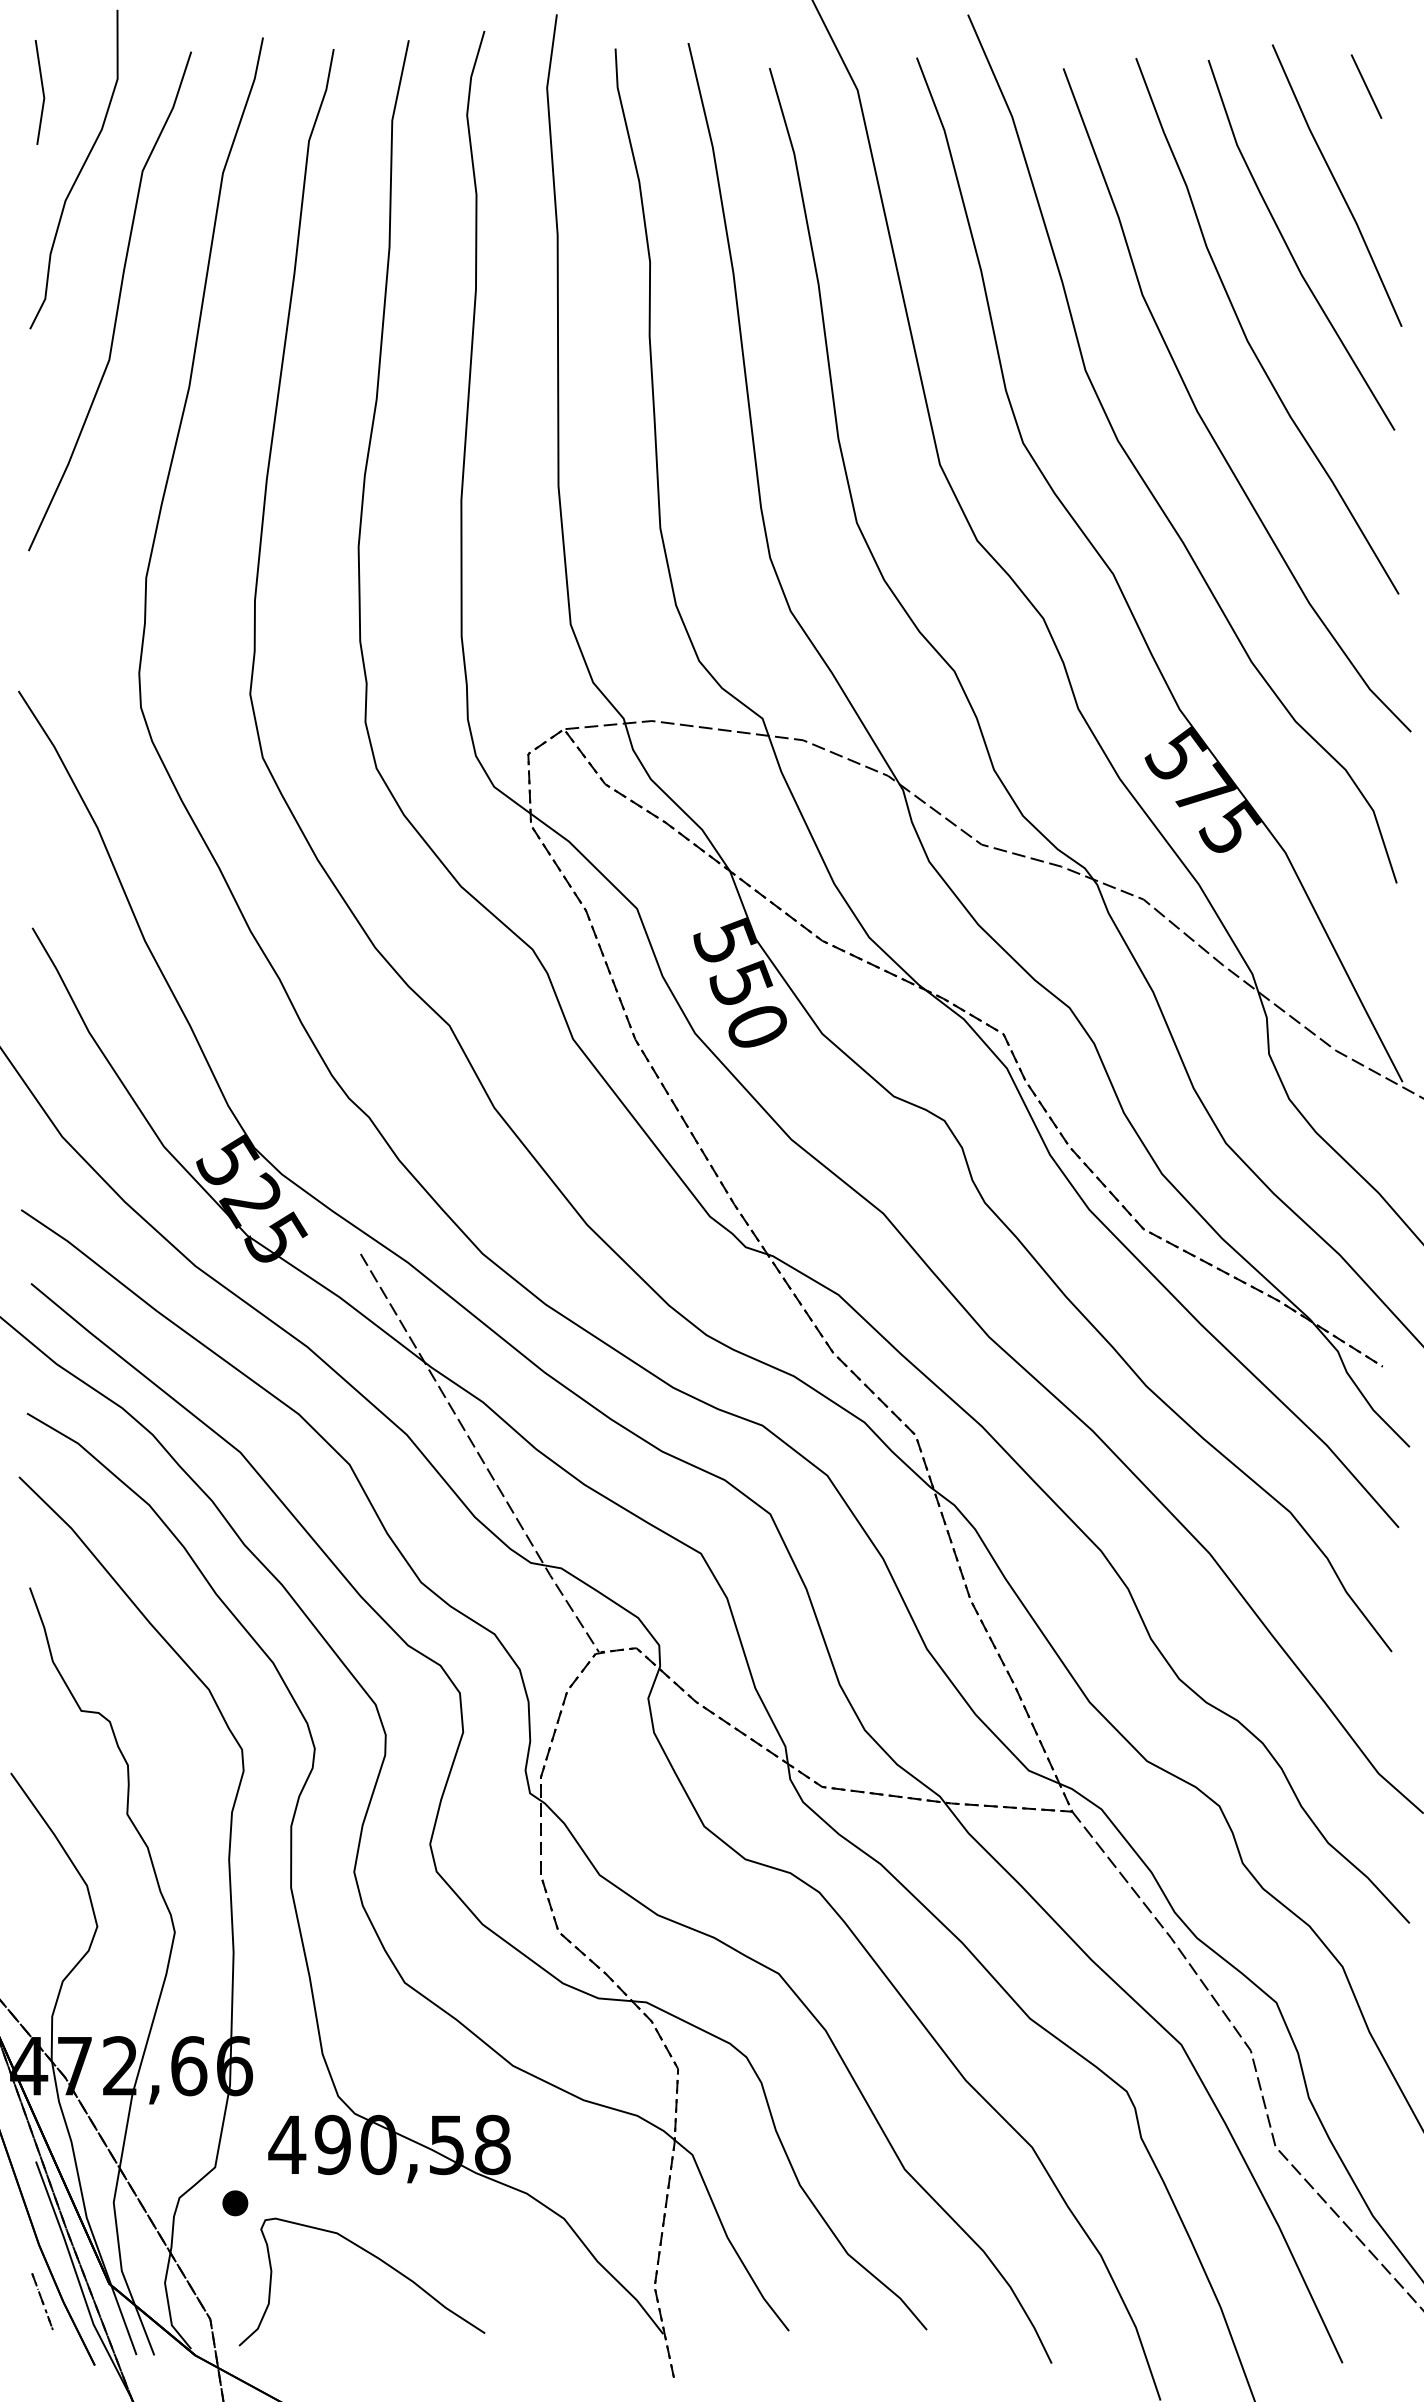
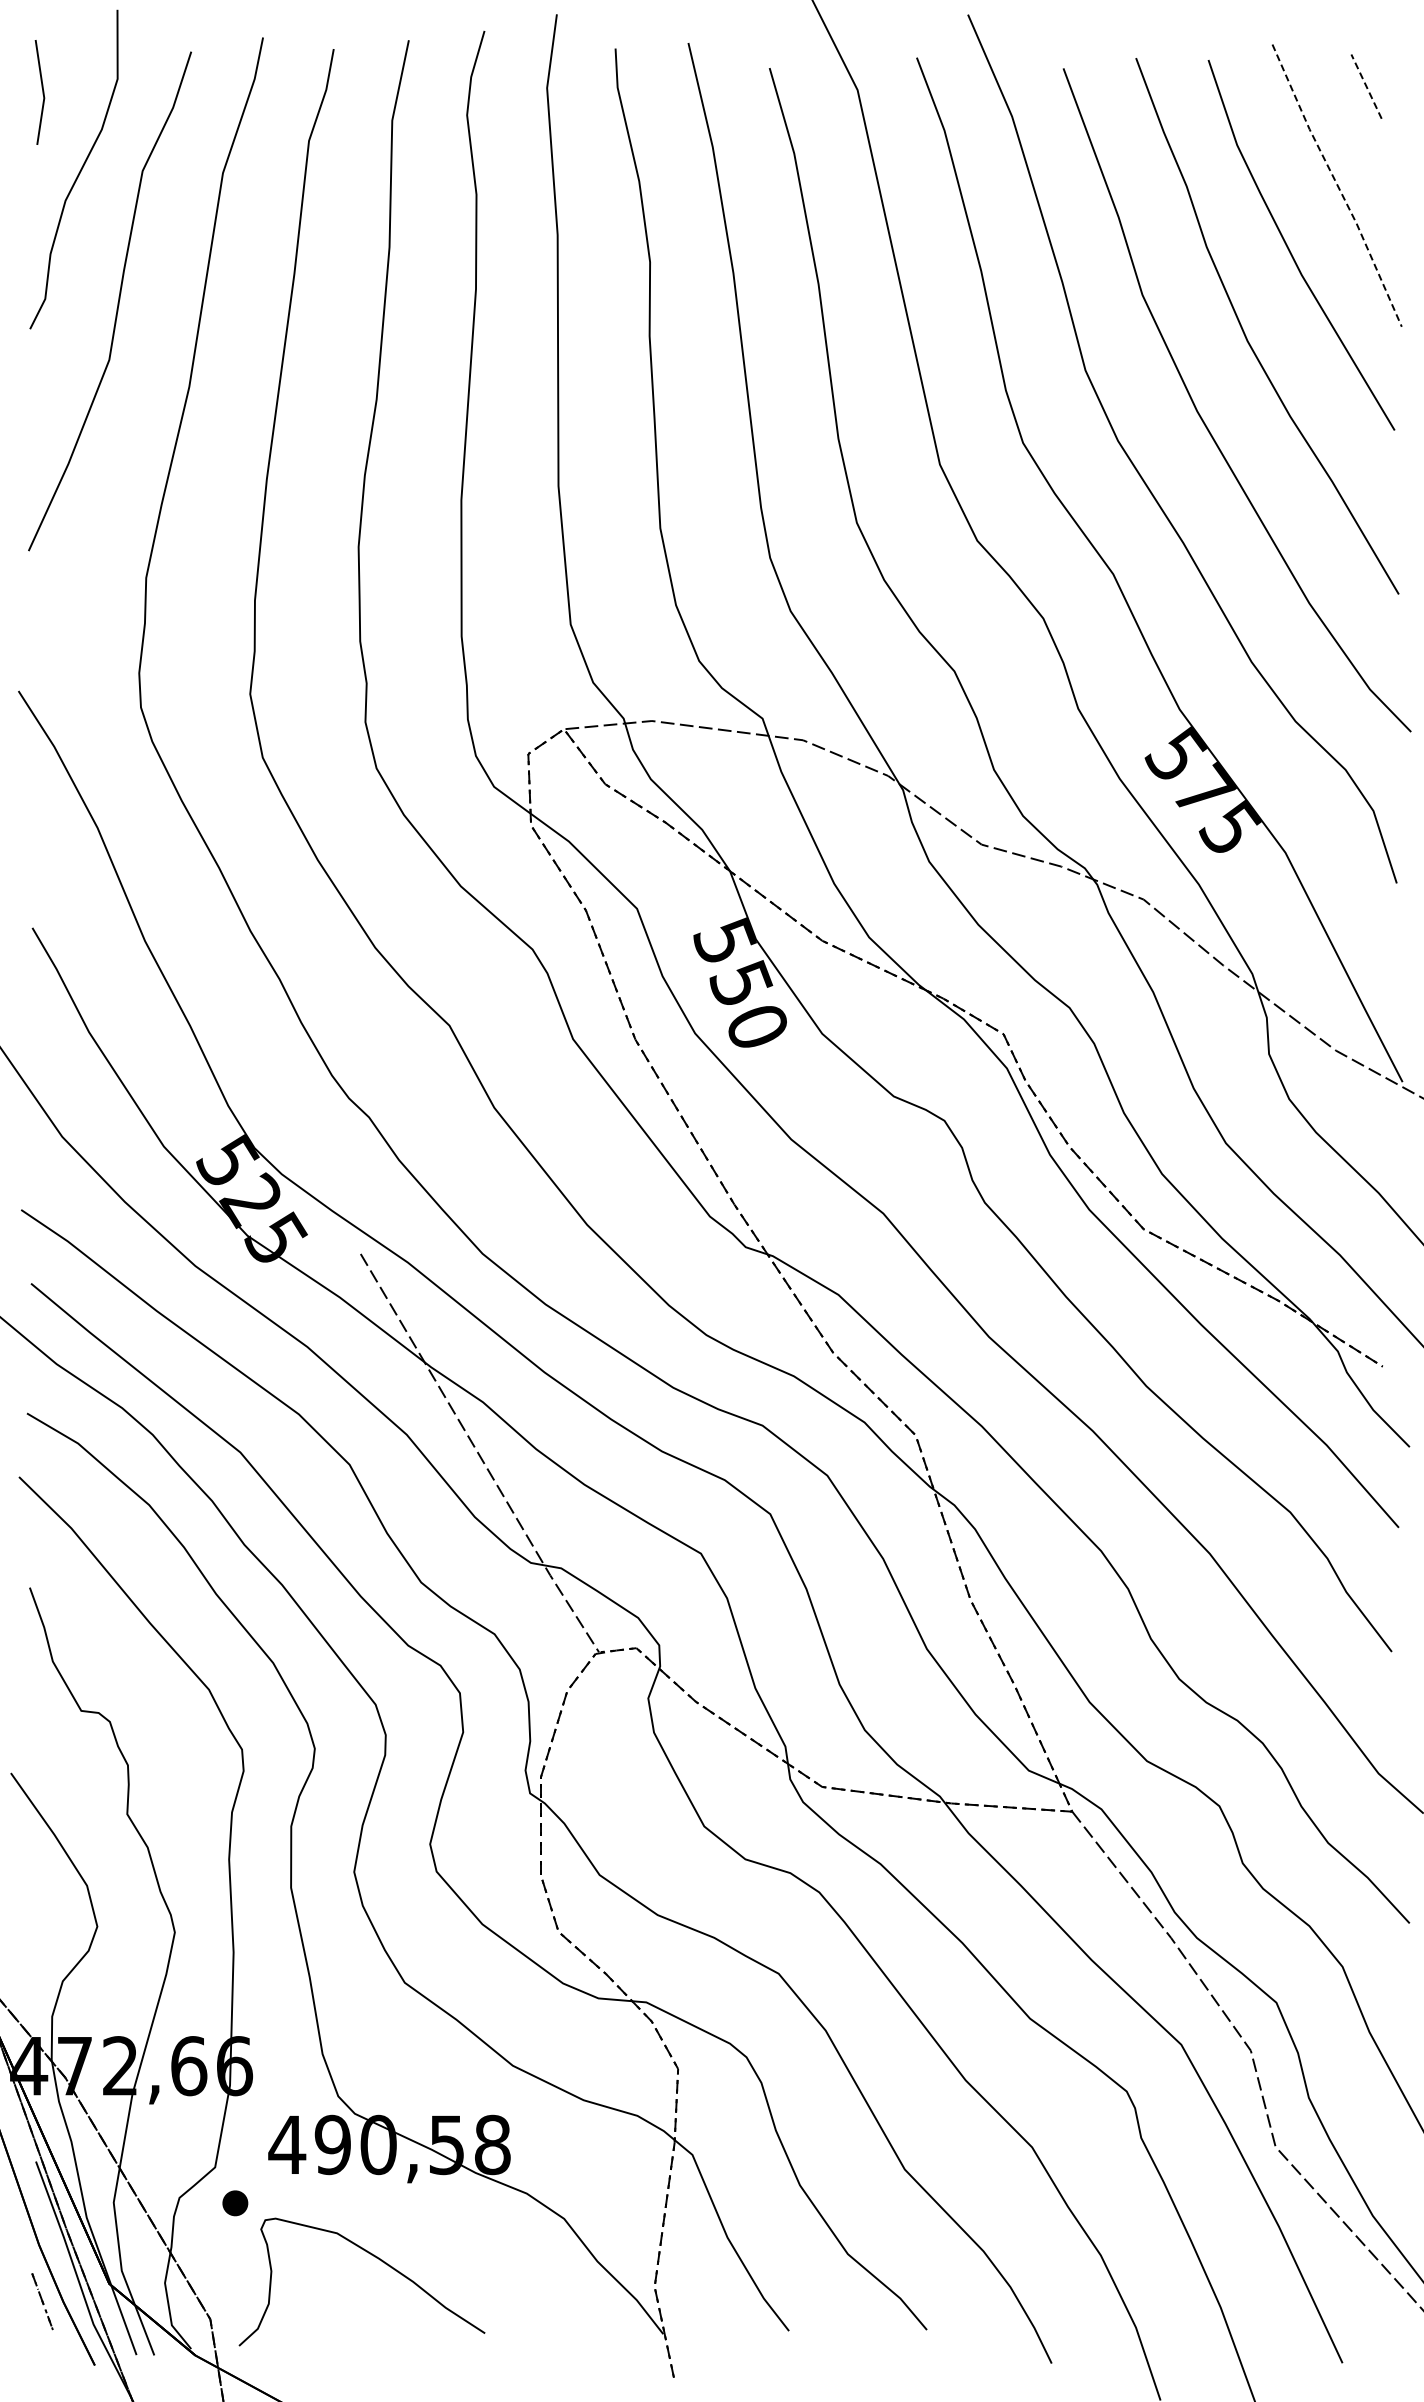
line at (1366, 86): solid -> dashed
line at (1337, 185): solid -> dashed
